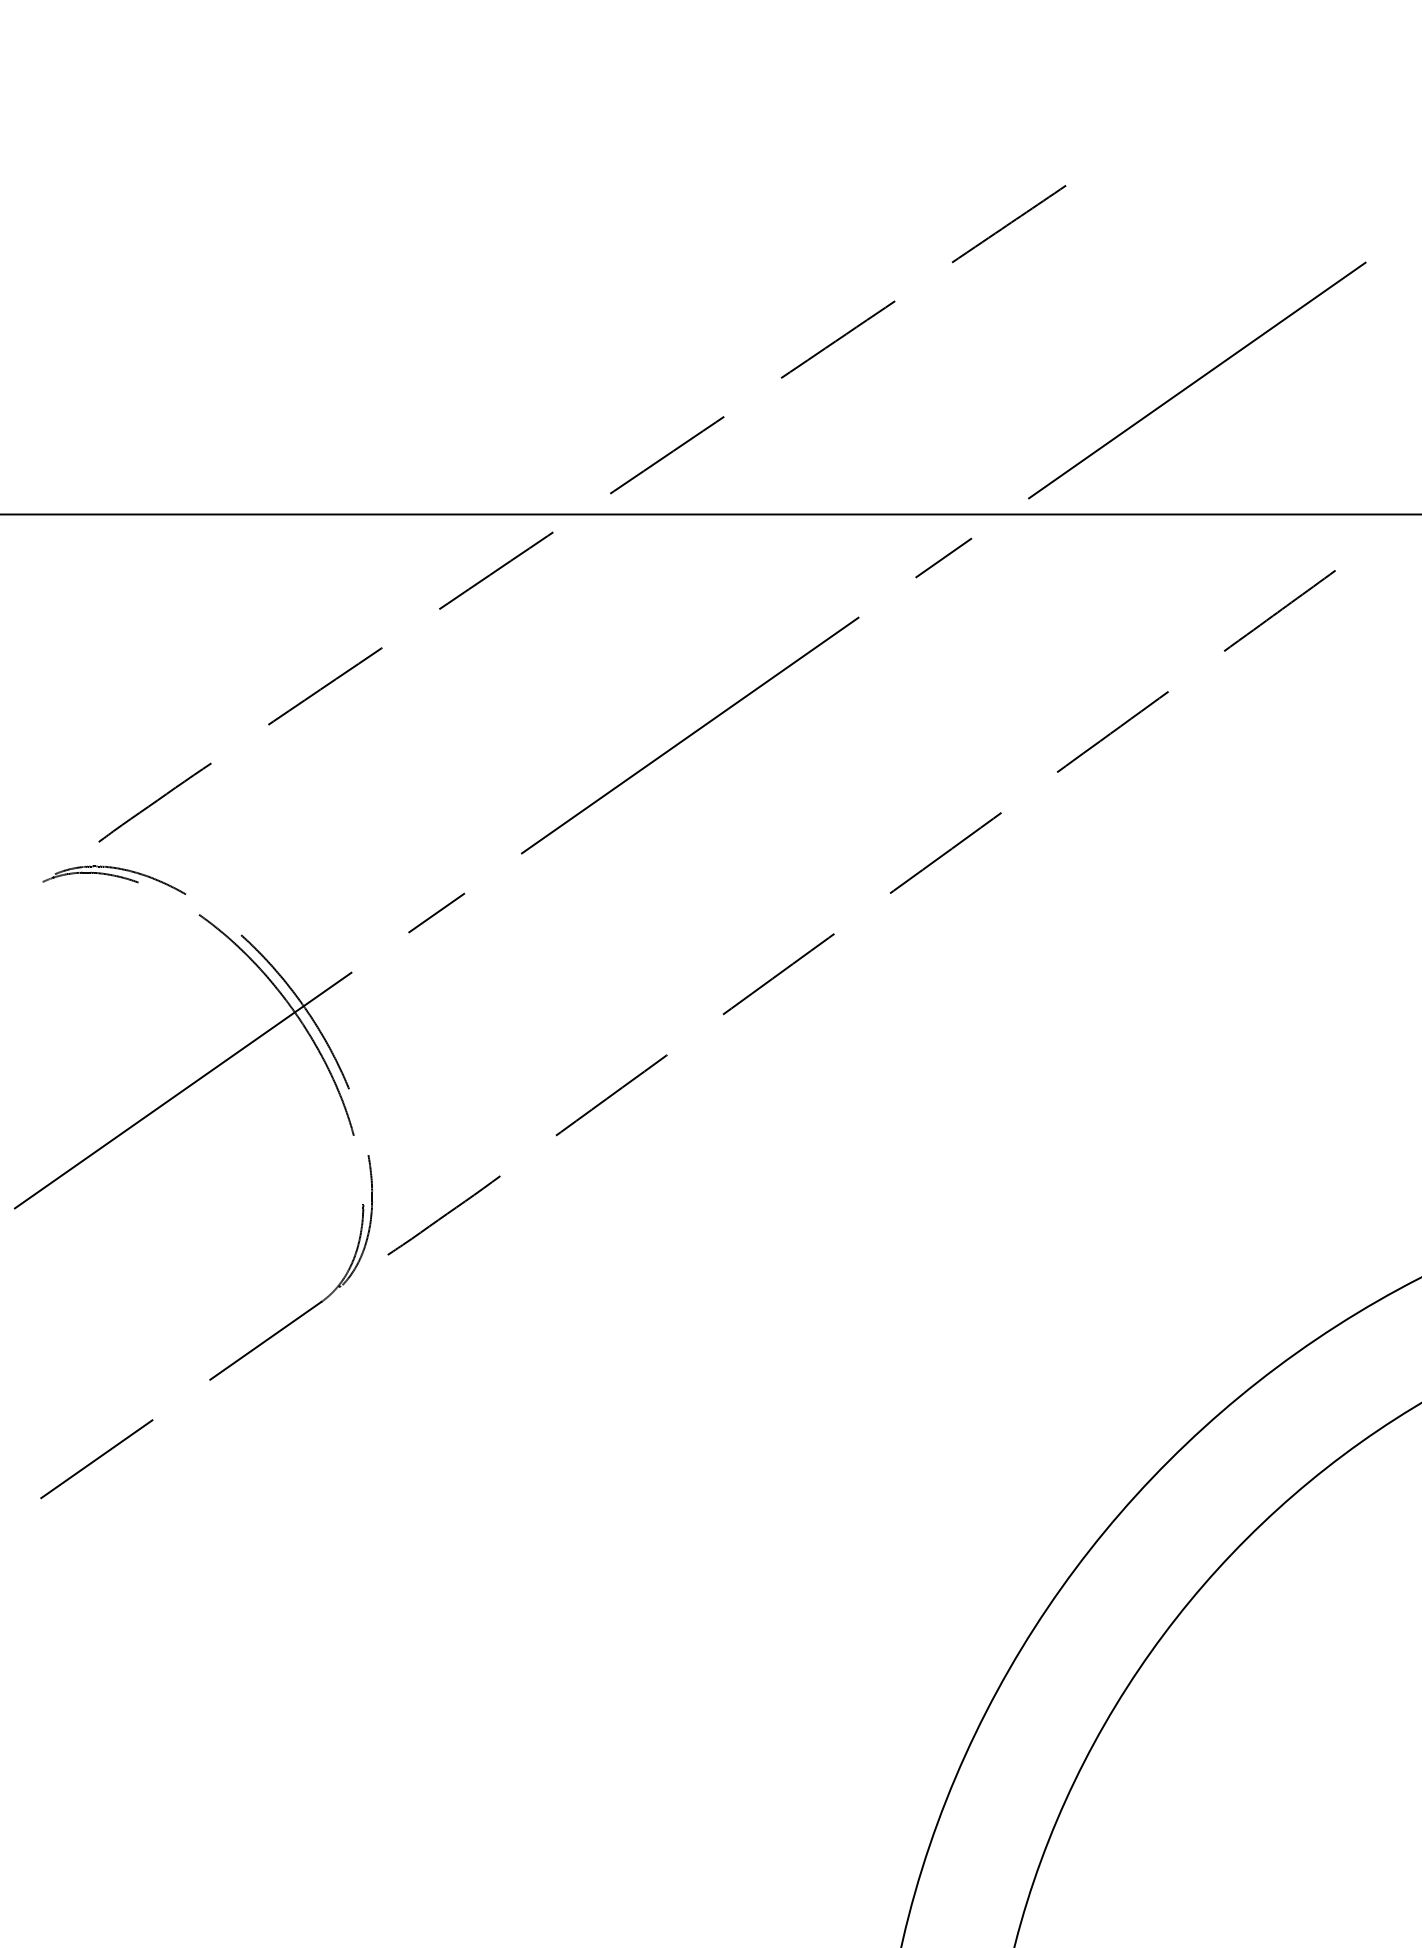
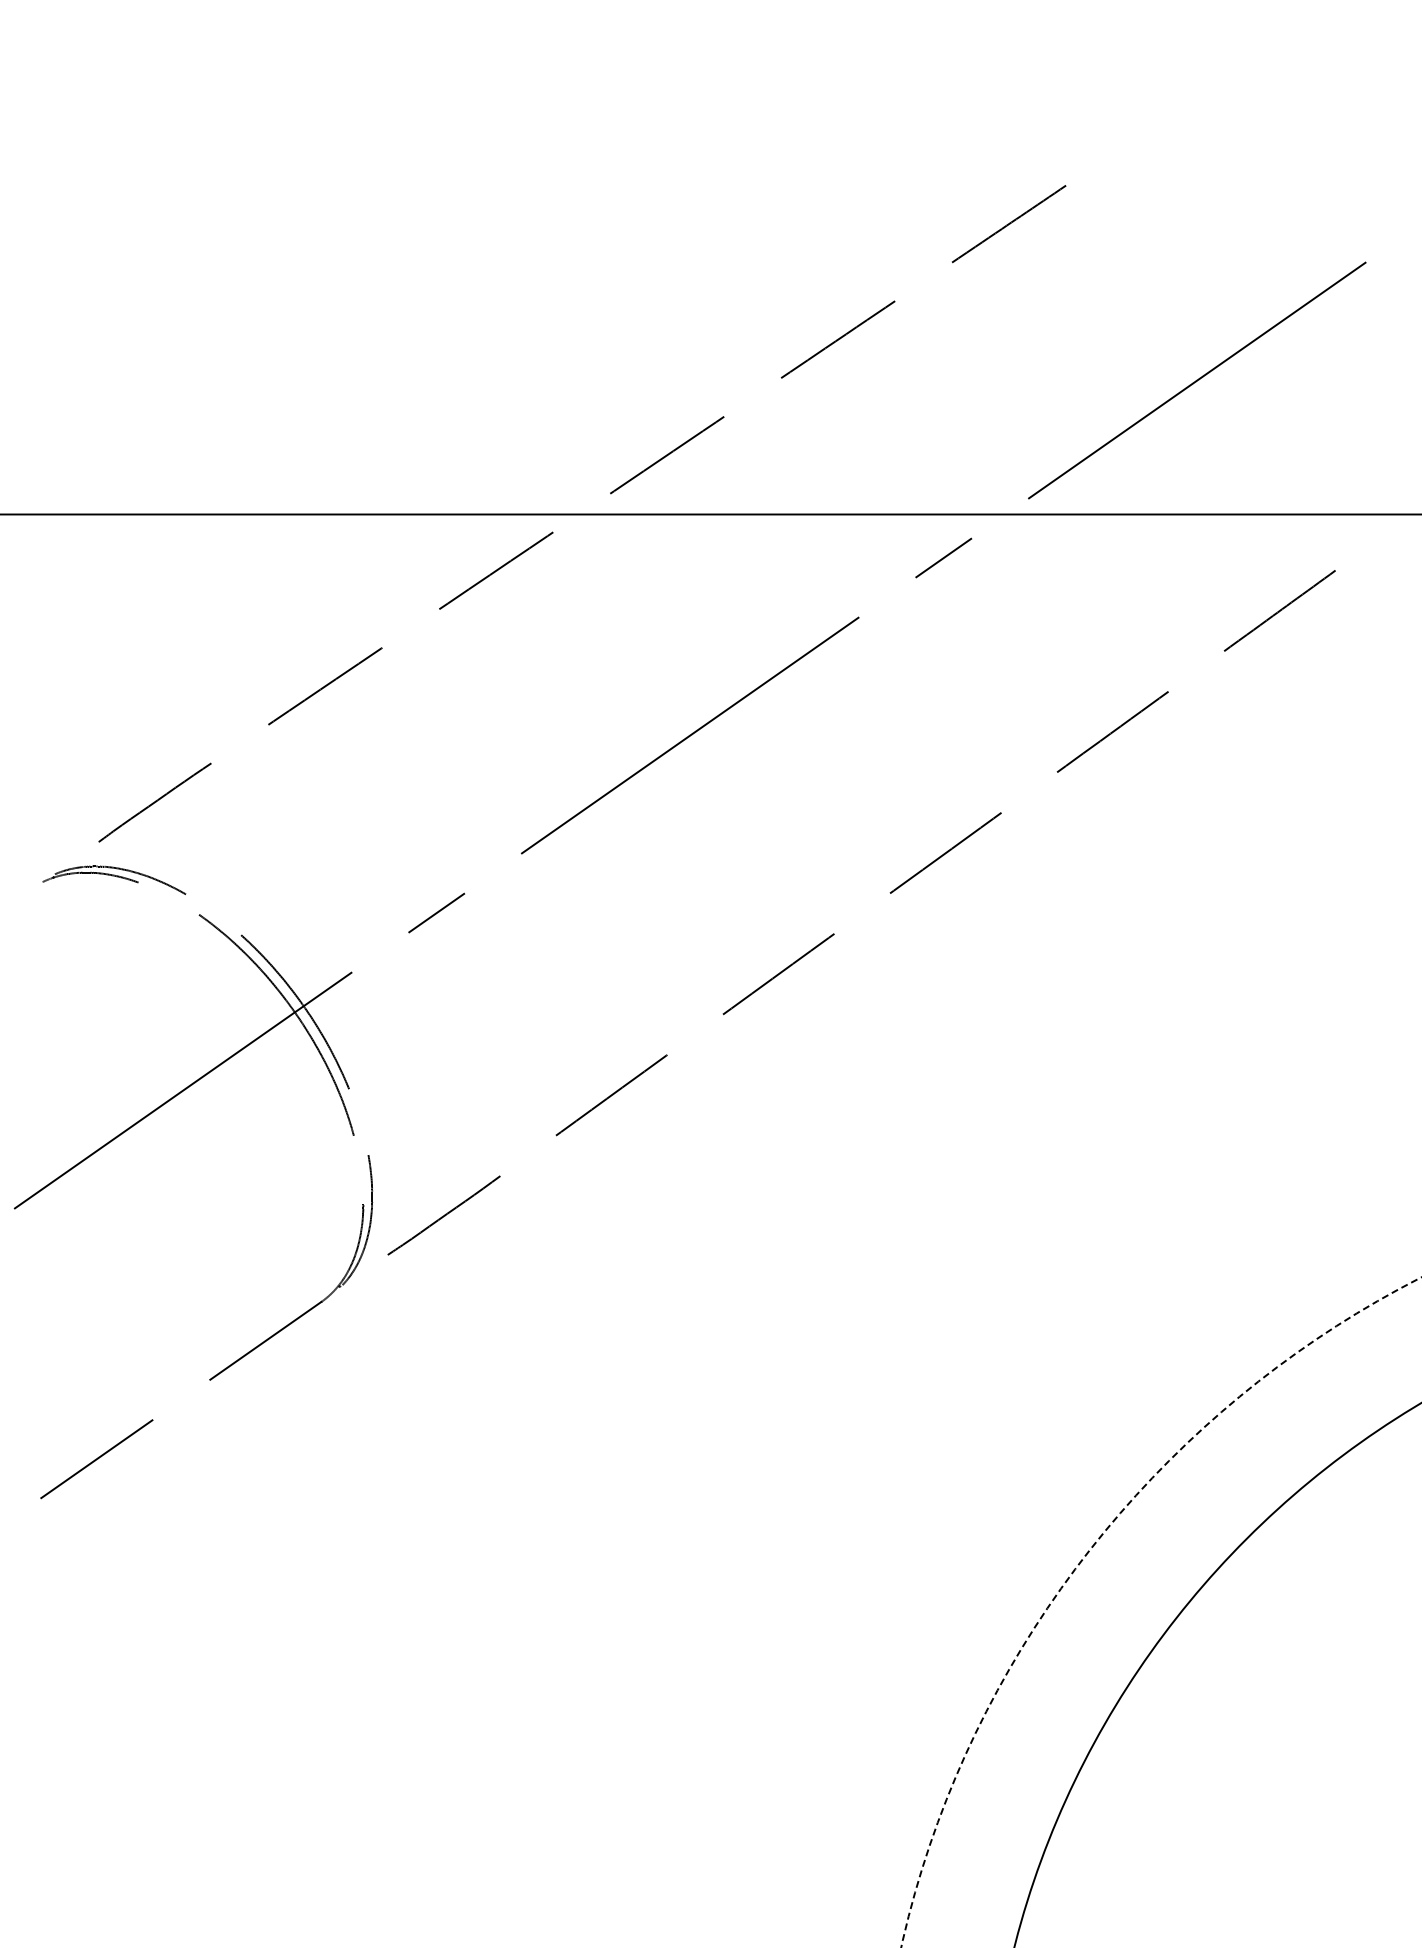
circle at (1161, 1612): solid -> dashed
